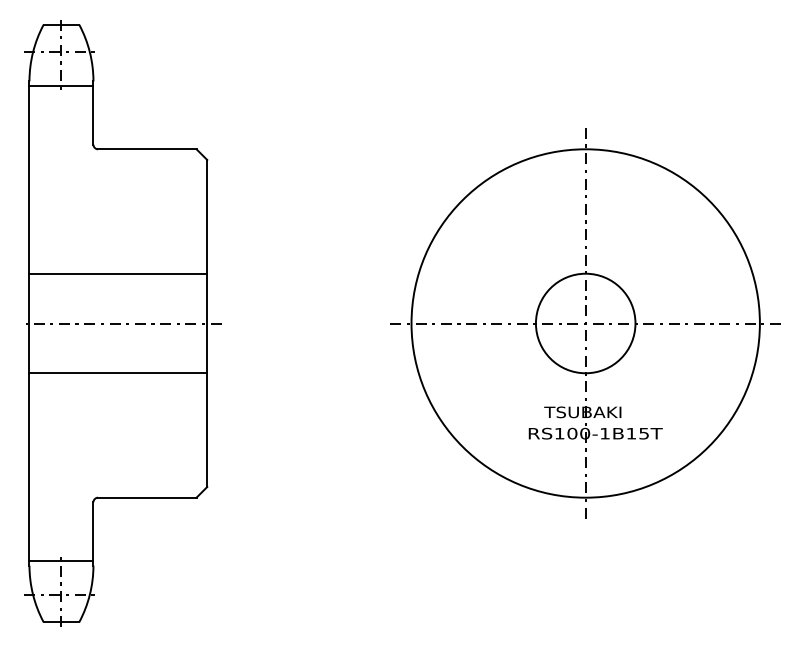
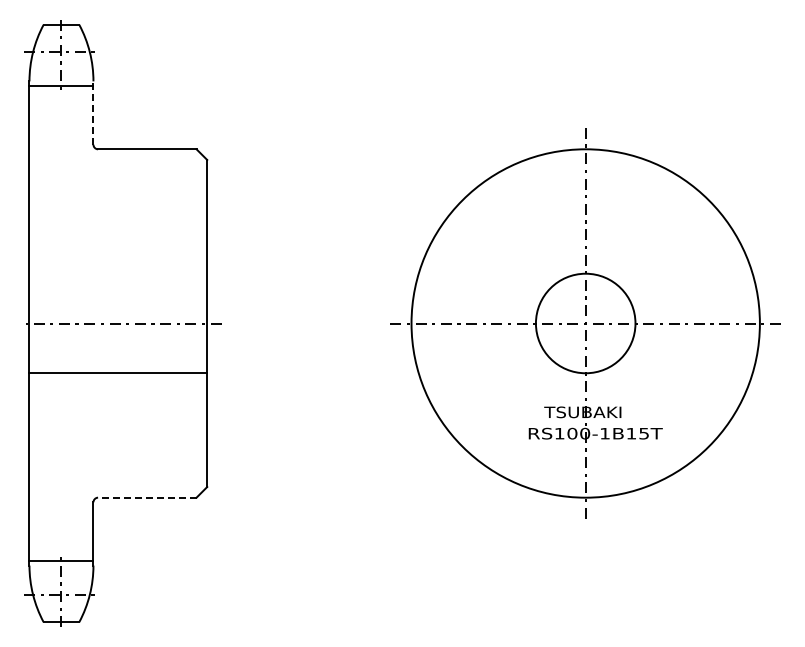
line at (93, 113): solid -> dashed
line at (118, 273): present -> none
line at (146, 497): solid -> dashed
